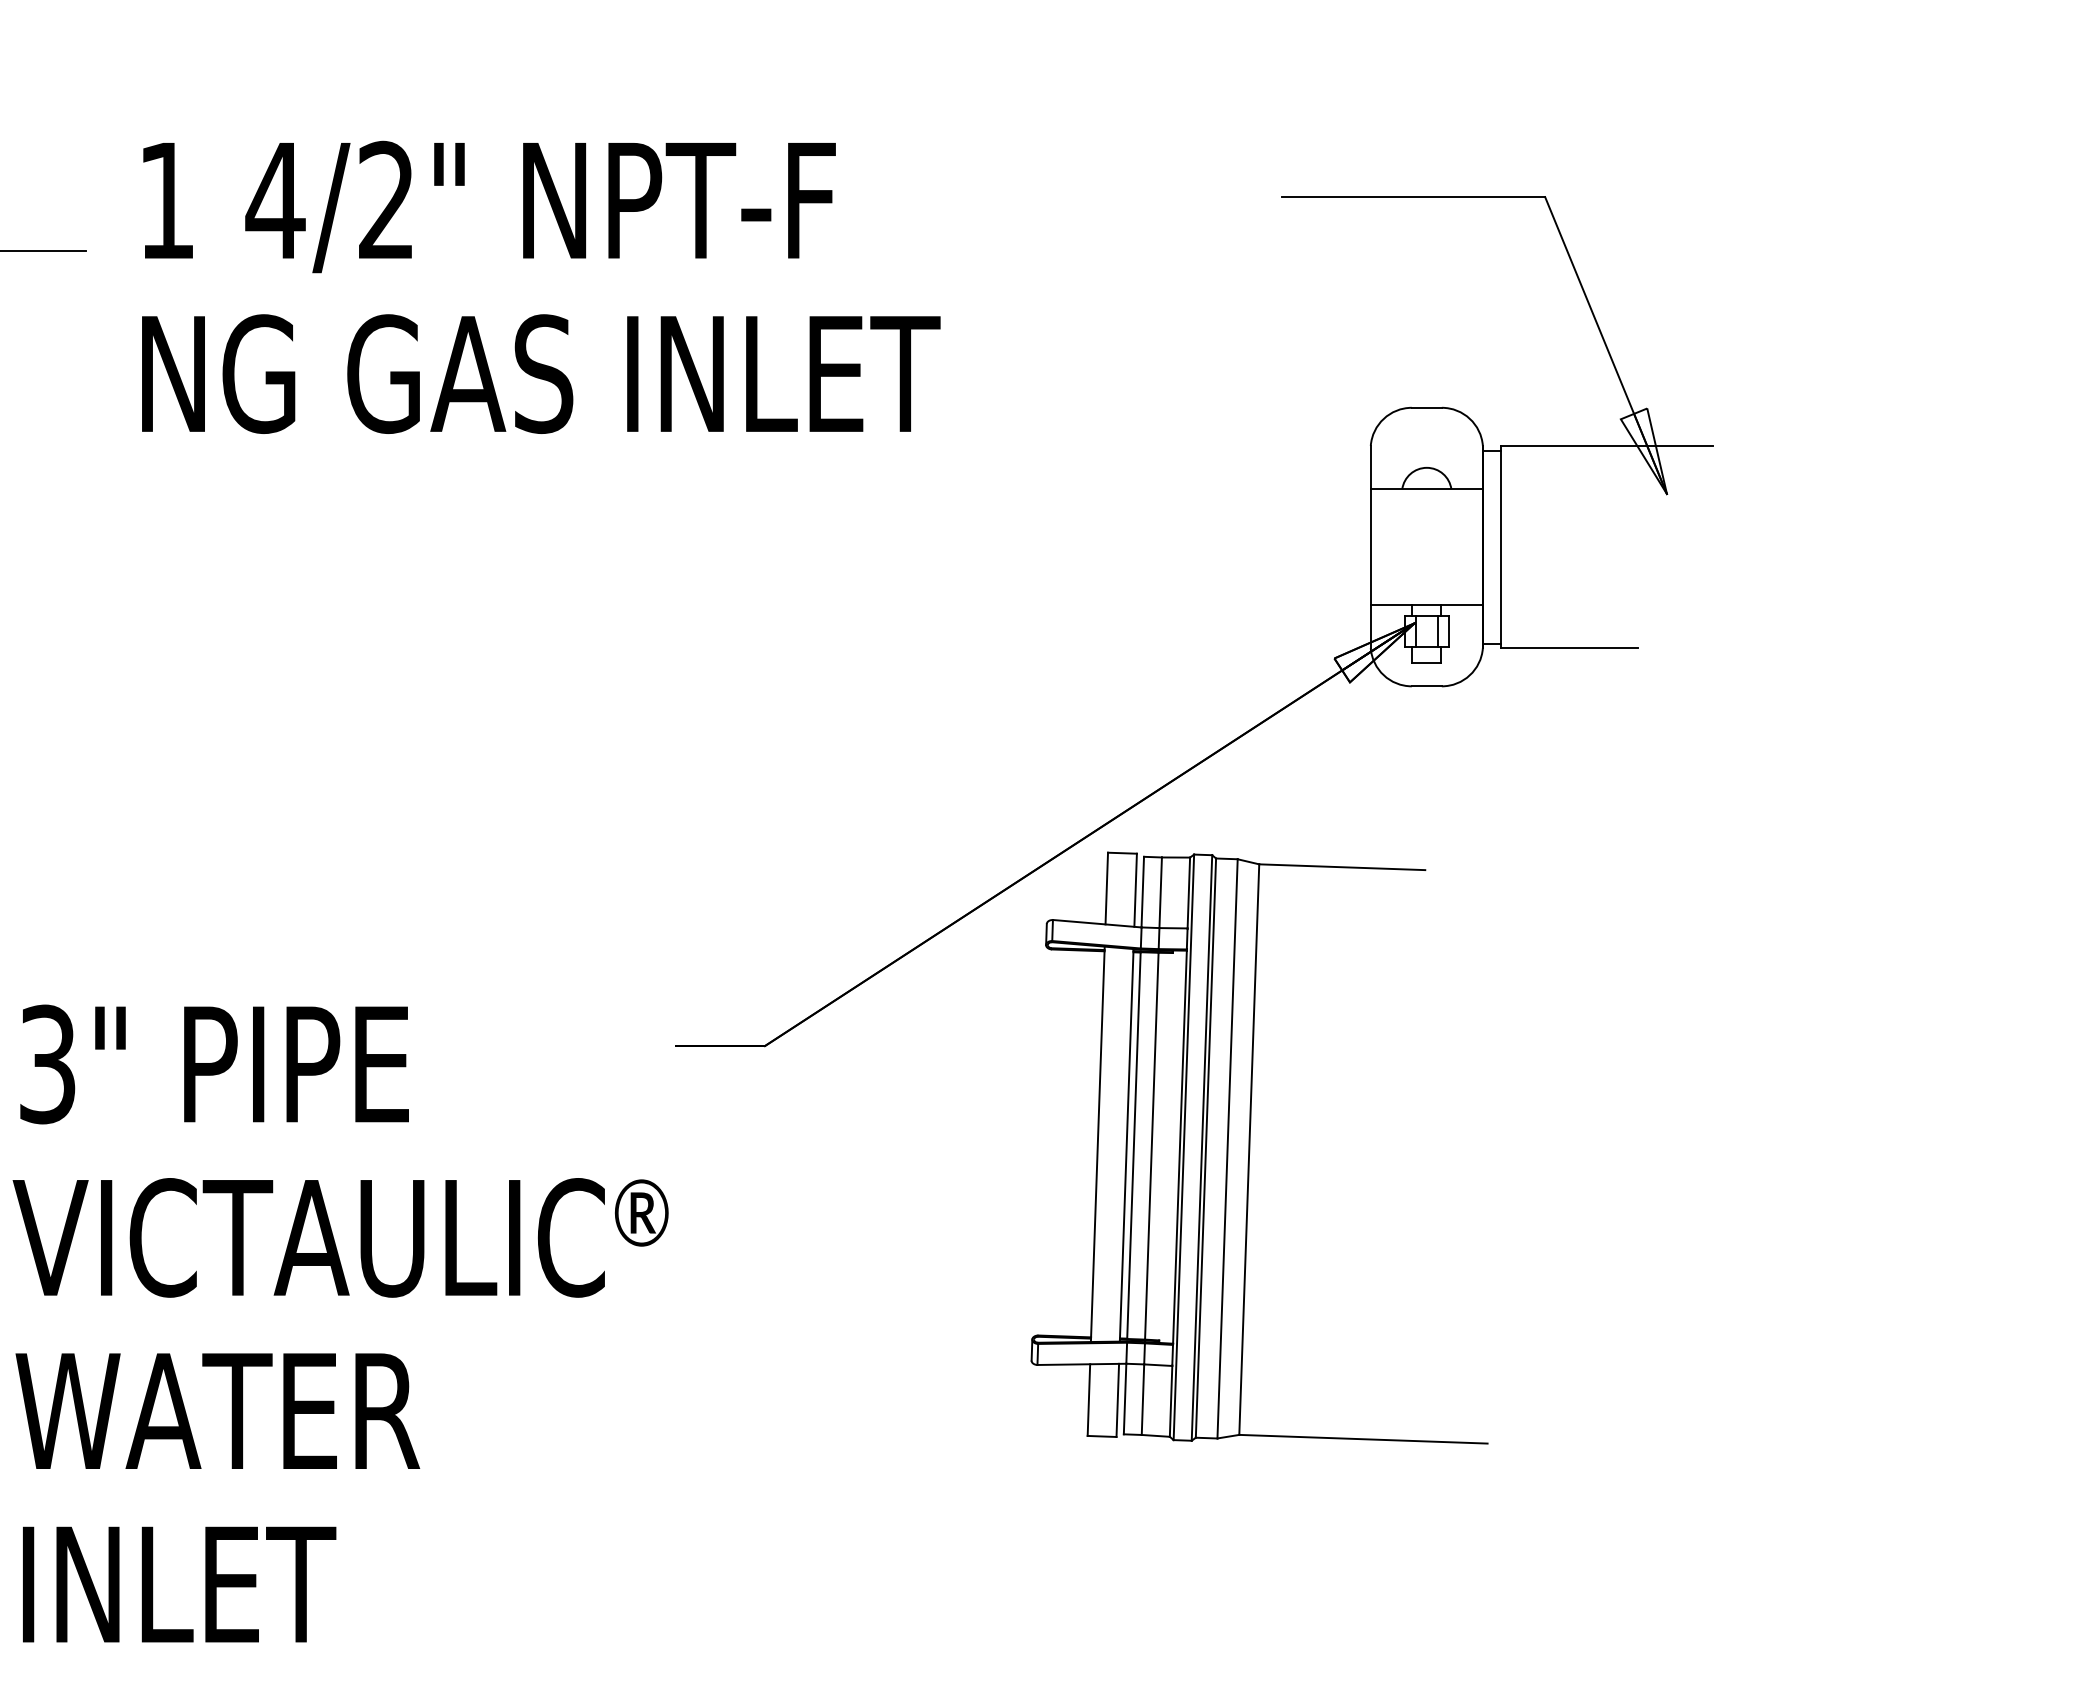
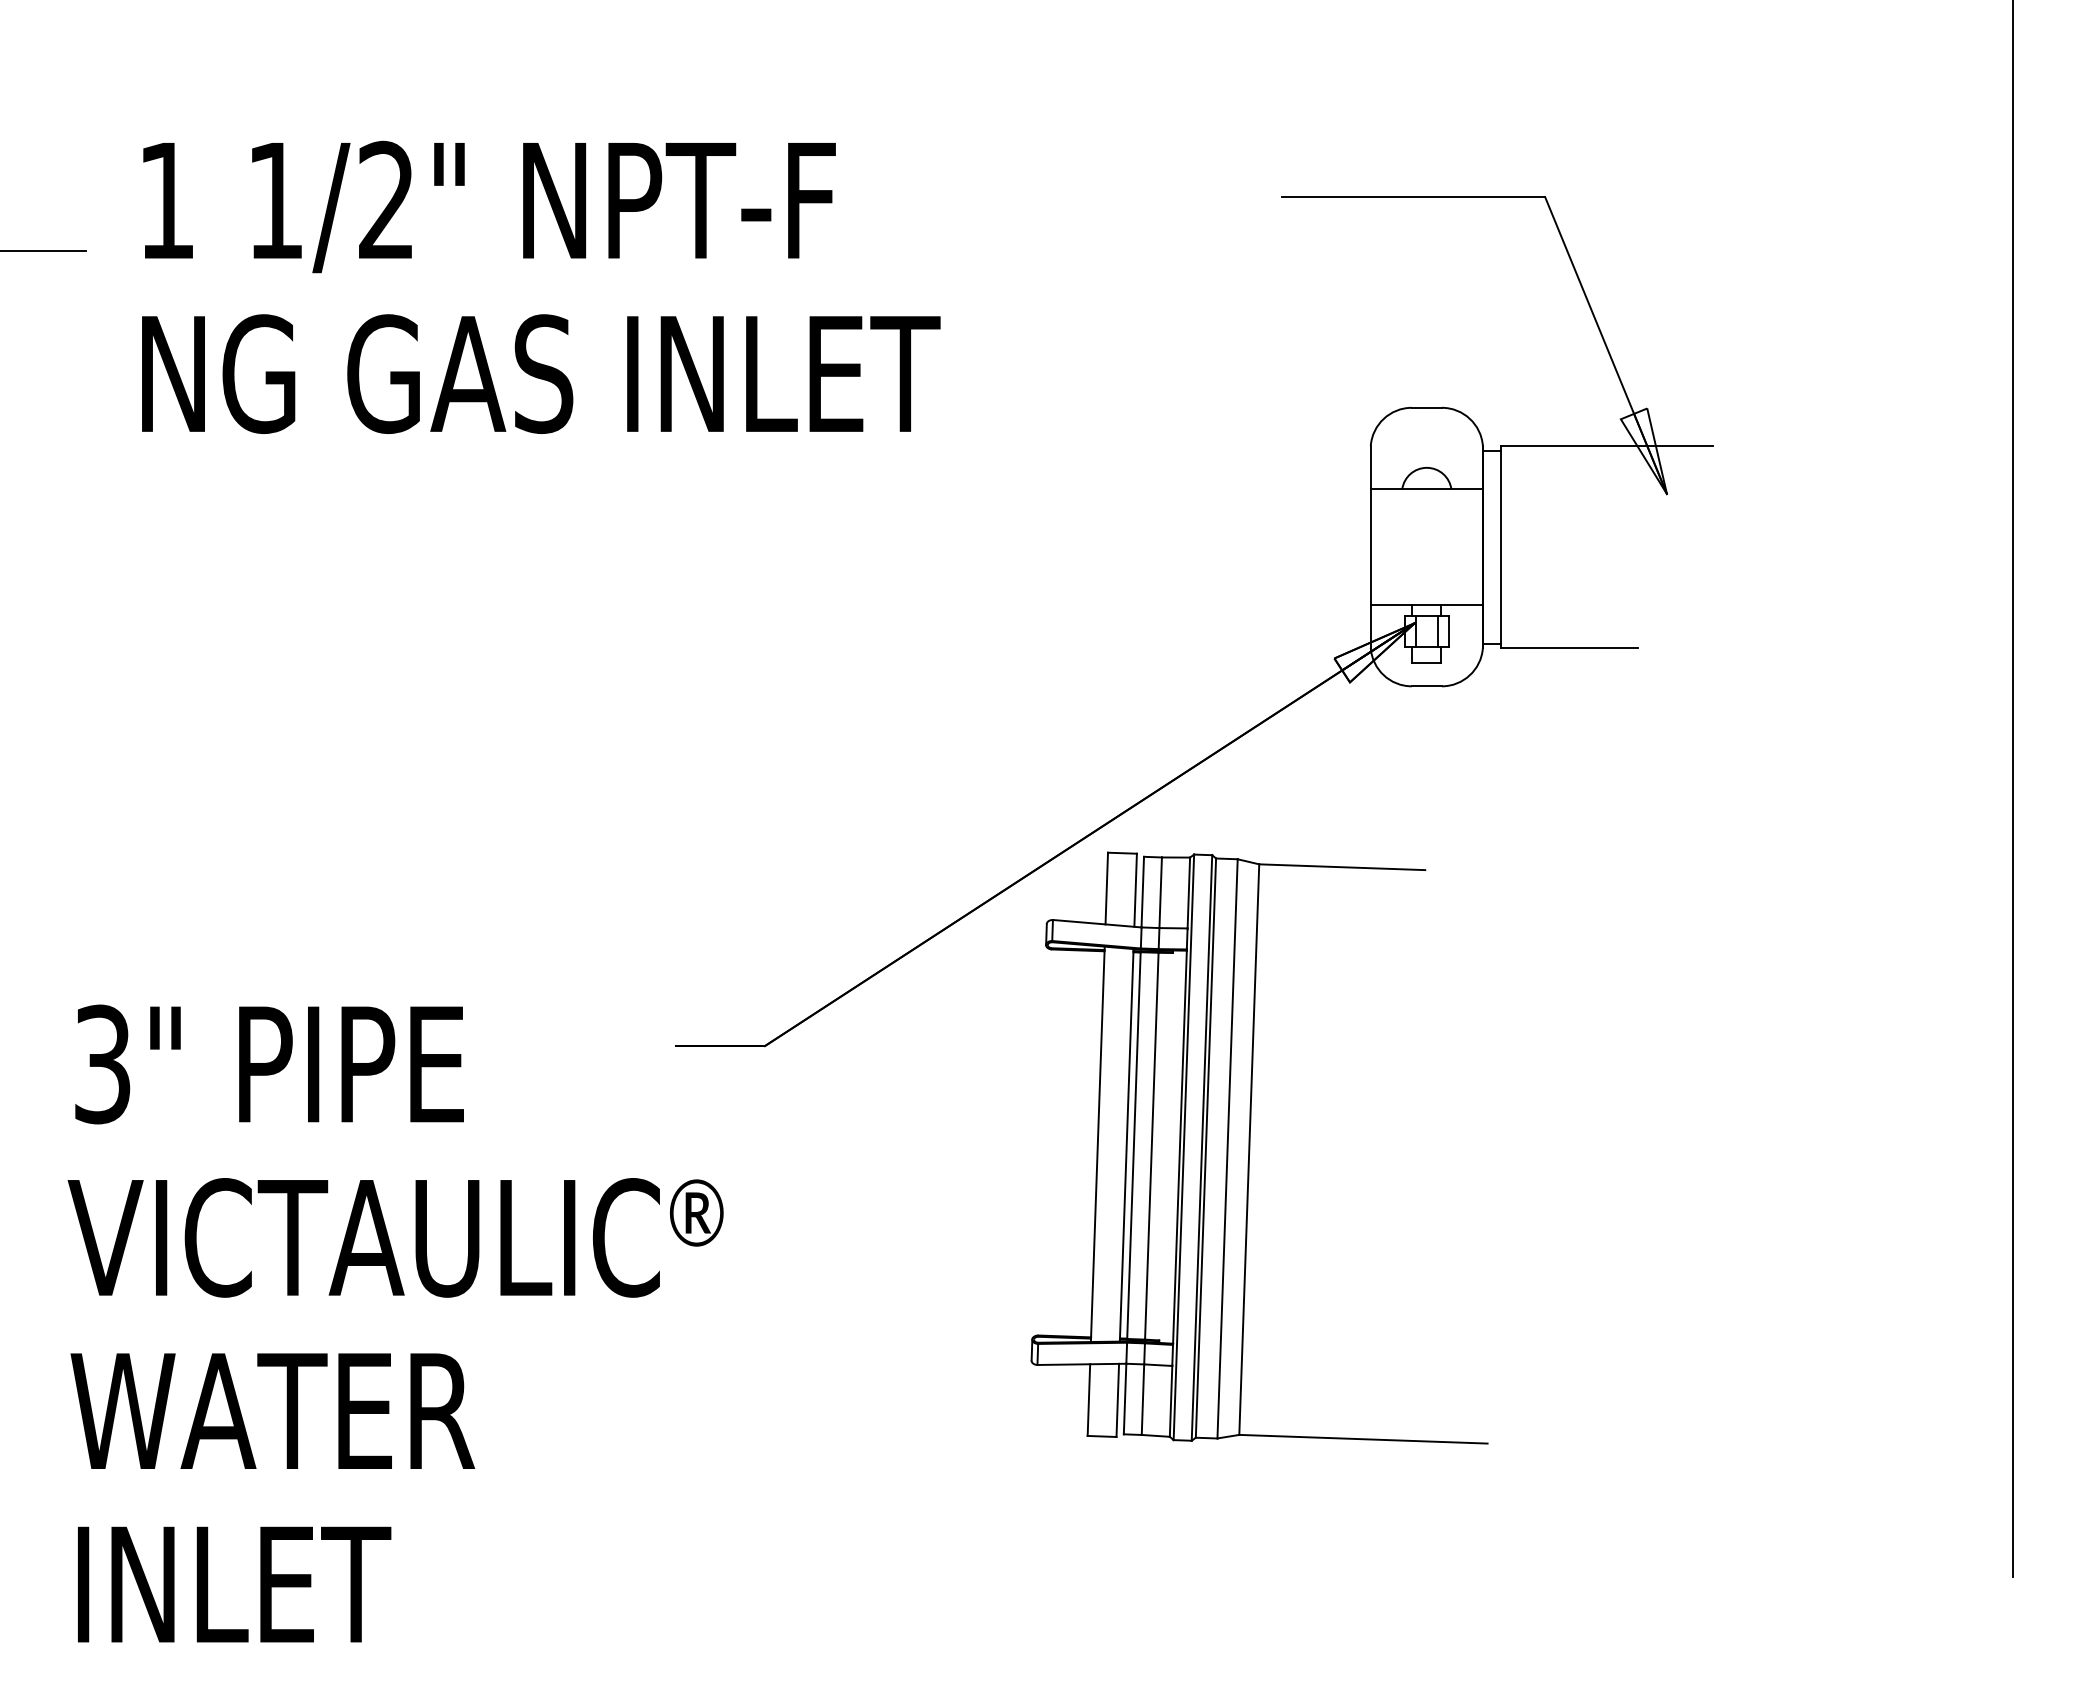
text at (275, 200): 4/2" -> 1/2"
line at (2012, 789): none -> present
text at (340, 1323) position: (340, 1323) -> (395, 1323)
